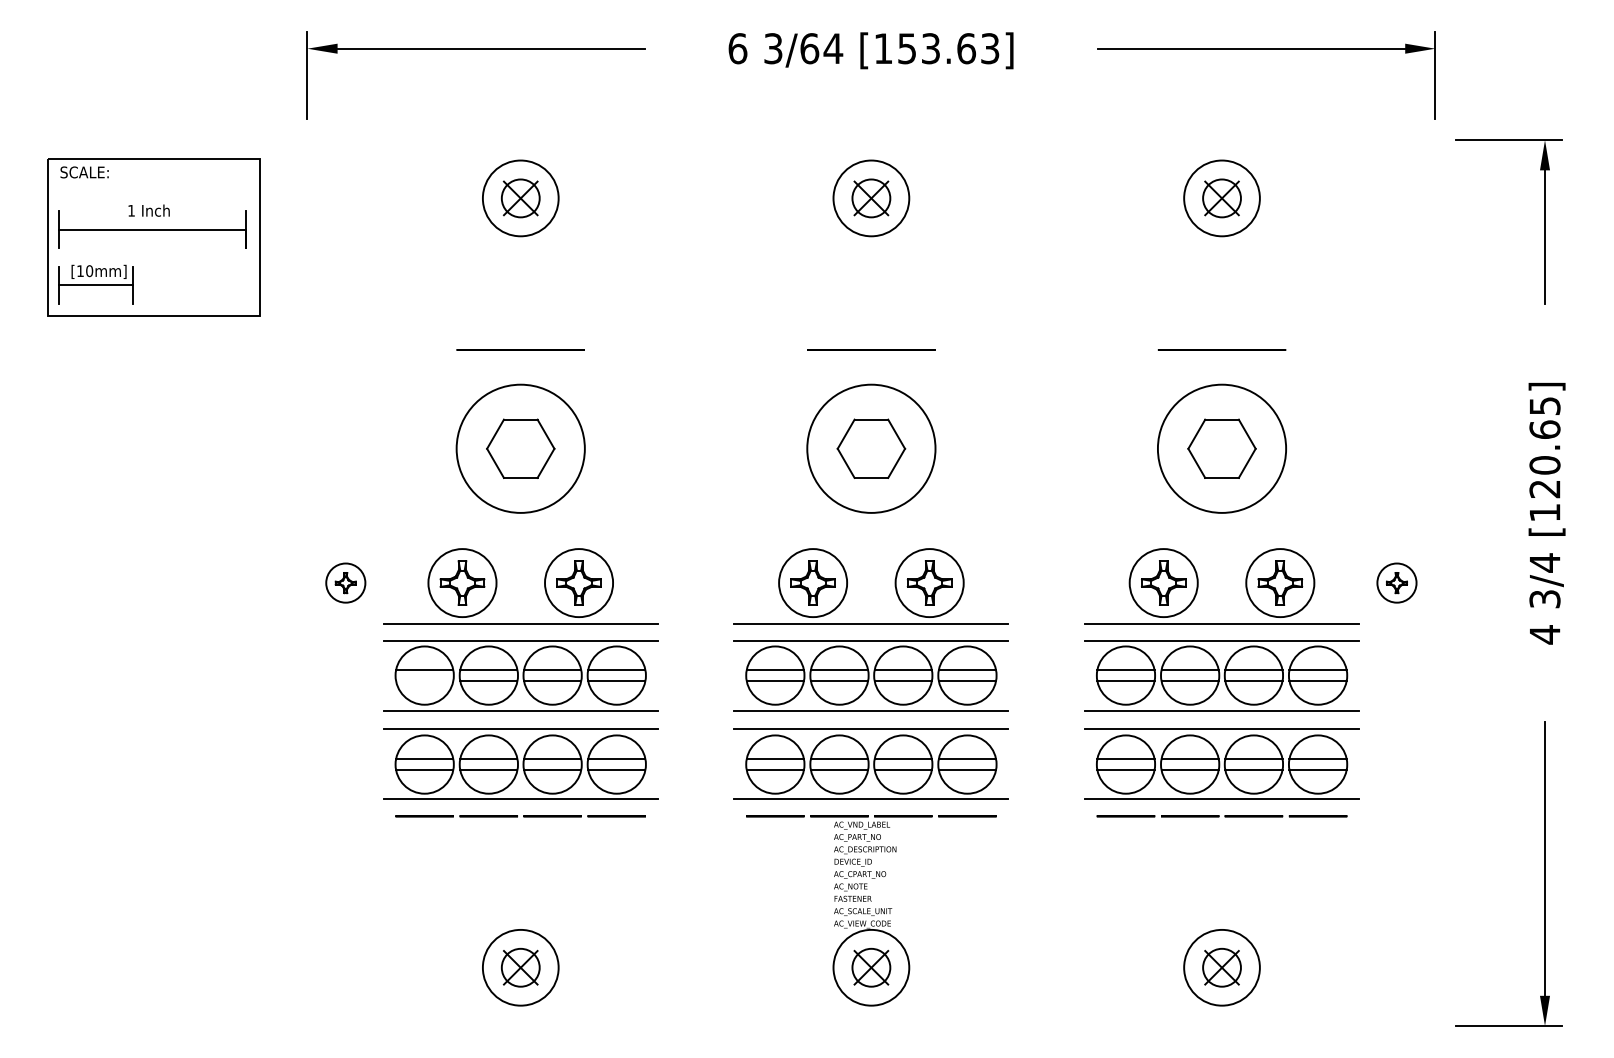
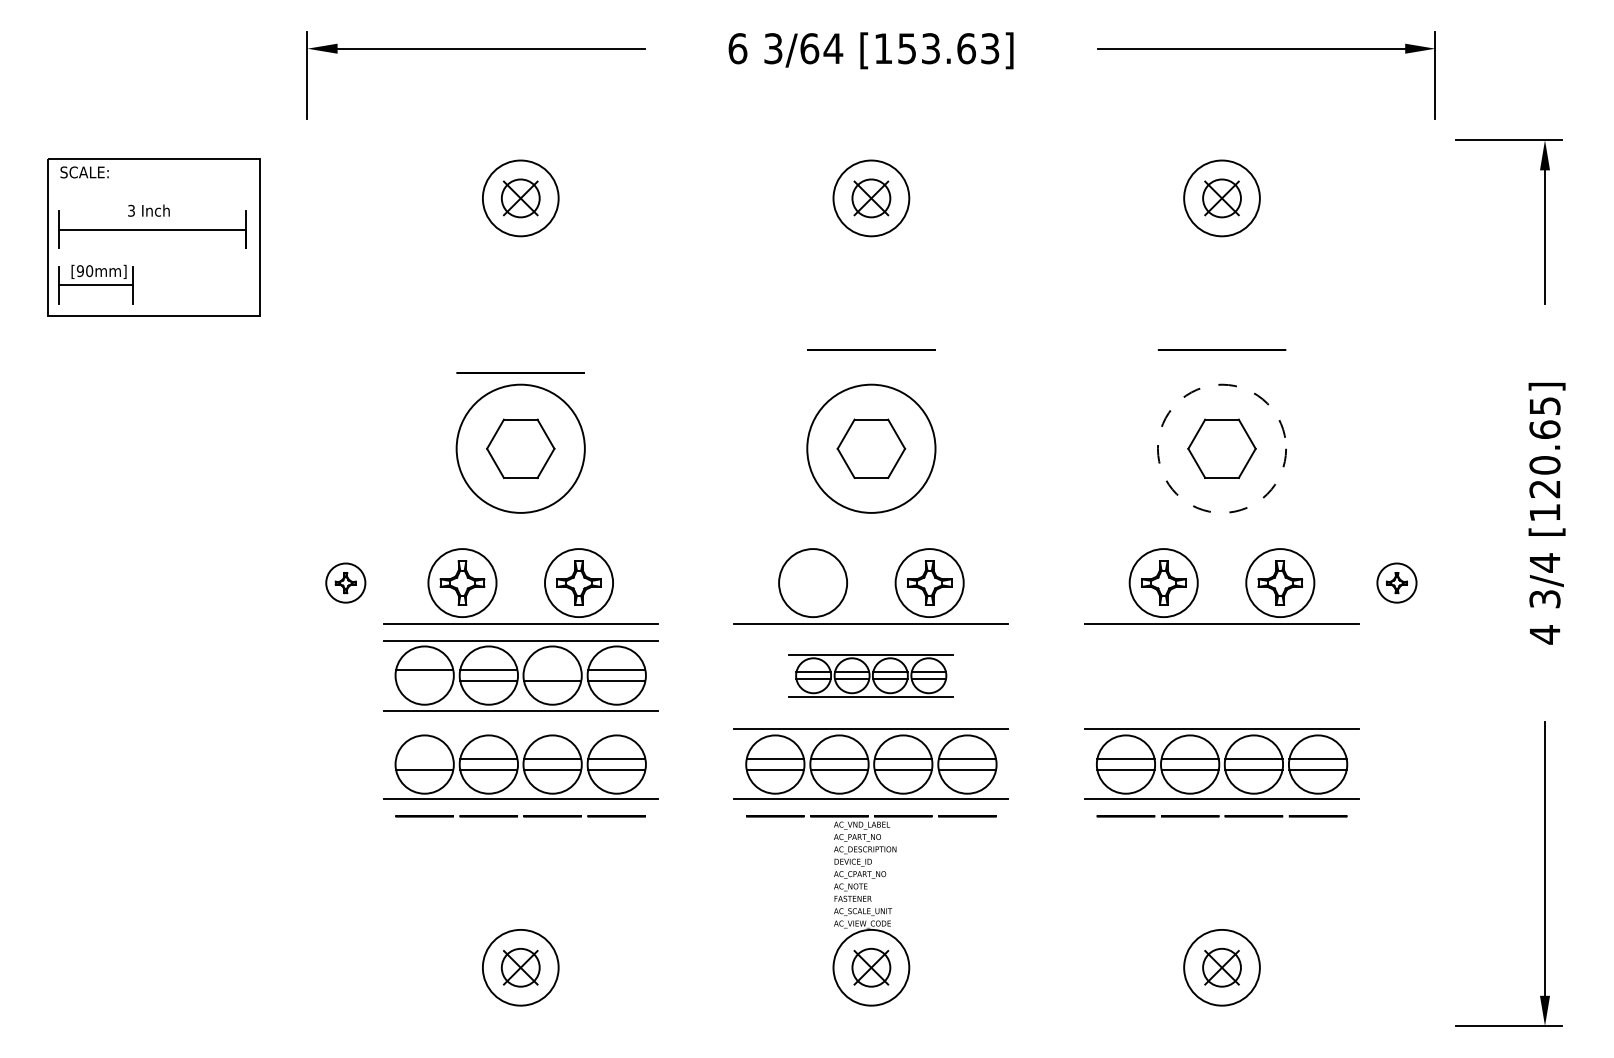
text at (131, 210): 1 -> 3
text at (79, 271): [10mm] -> [90mm]
circle at (520, 349) position: (520, 349) -> (520, 372)
circle at (1221, 448): solid -> dashed
part at (812, 582): present -> none
line at (552, 670): present -> none
part at (870, 675) size: 276x72 px -> 166x44 px
part at (1221, 675): present -> none
line at (520, 728): present -> none
line at (424, 758): present -> none
